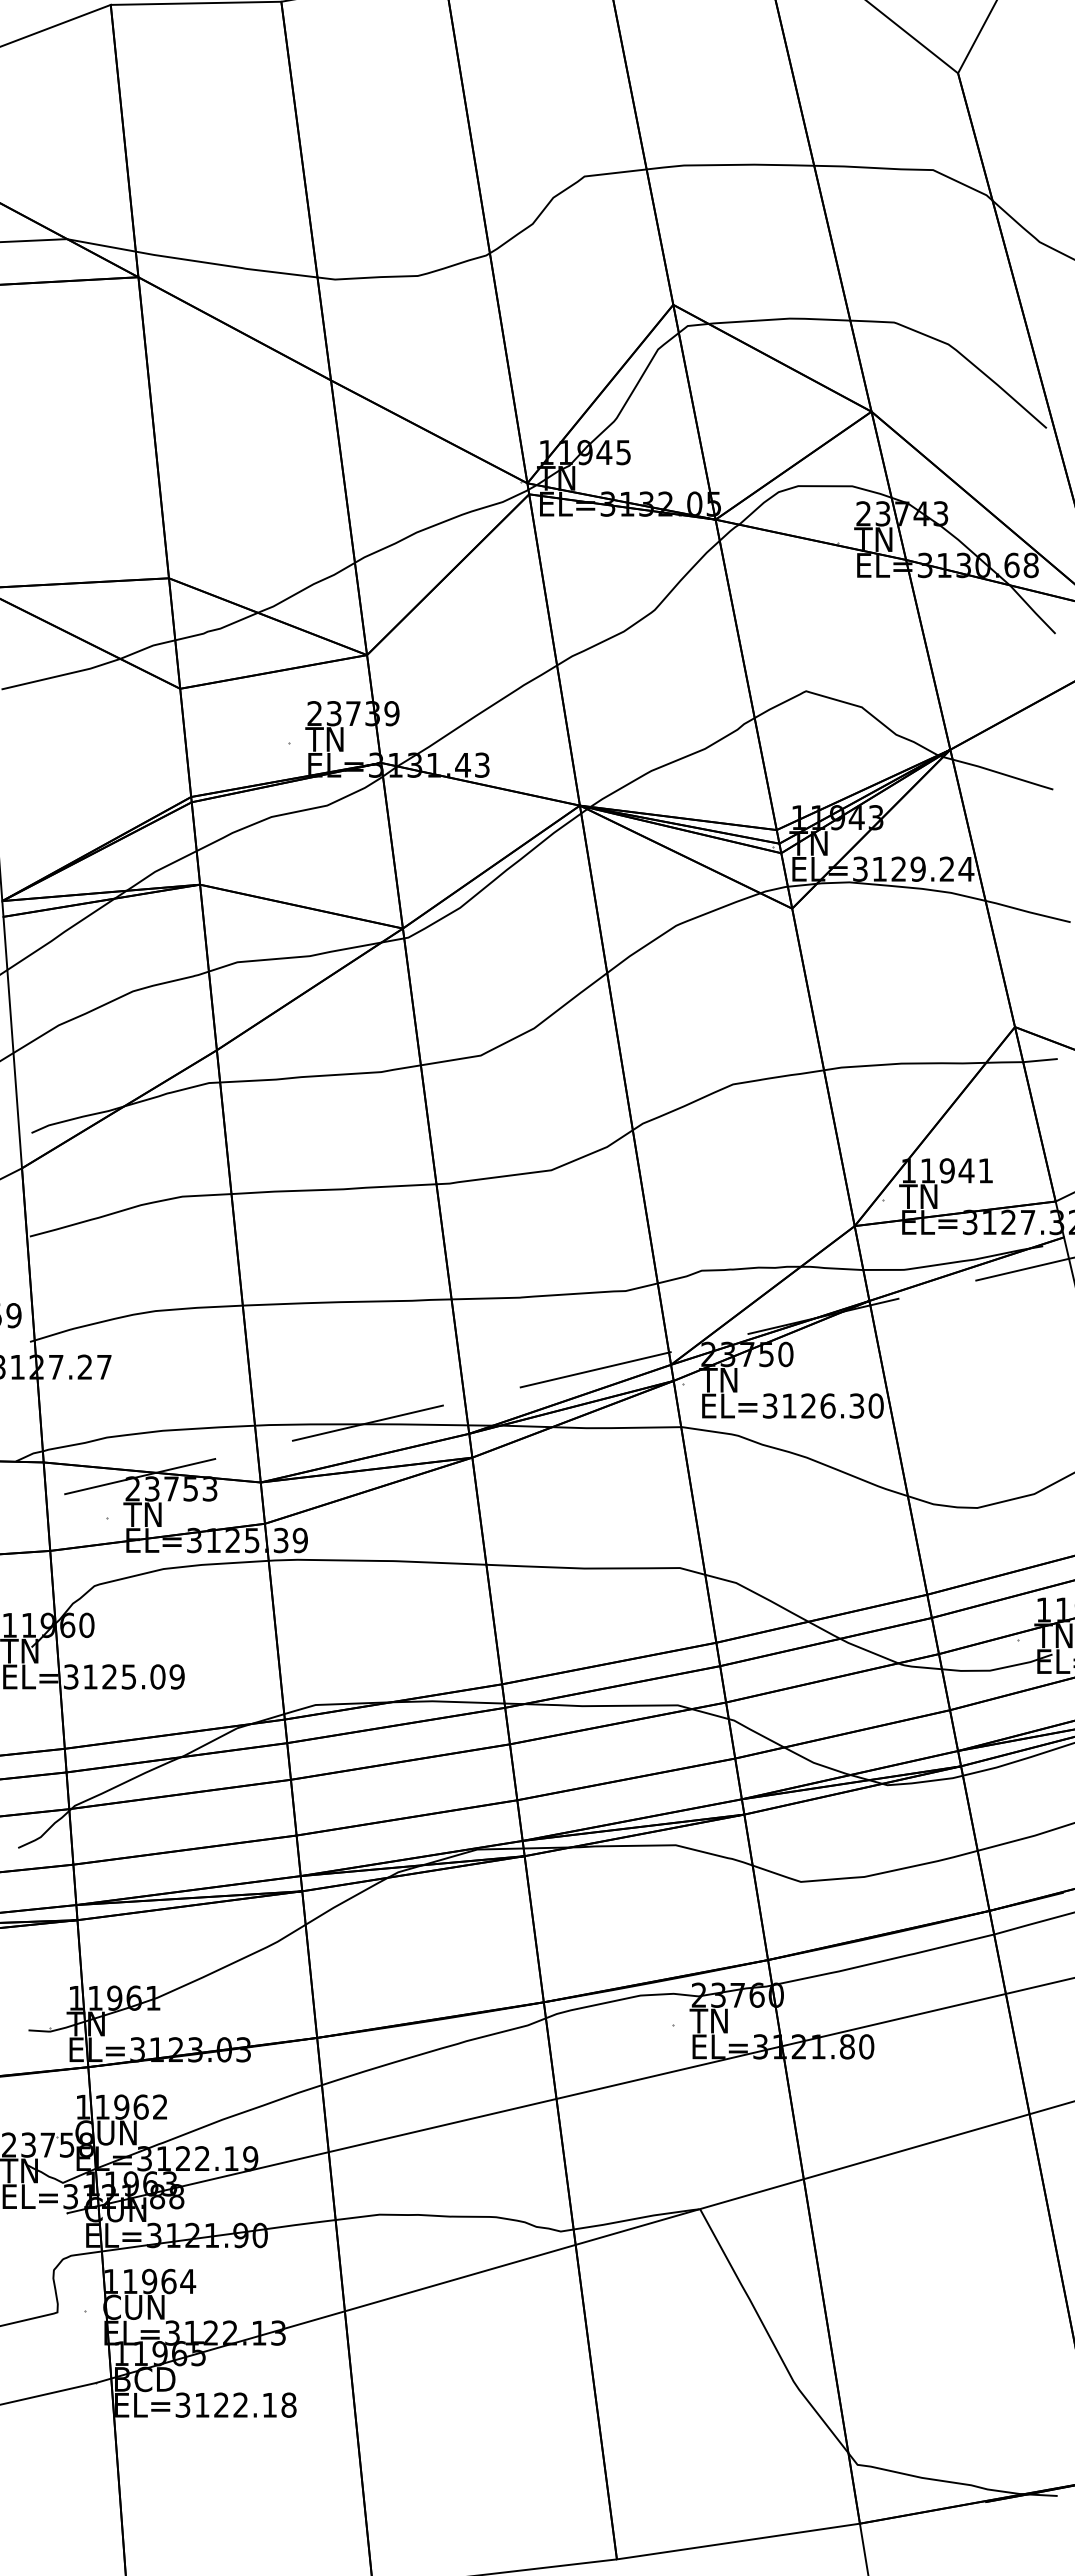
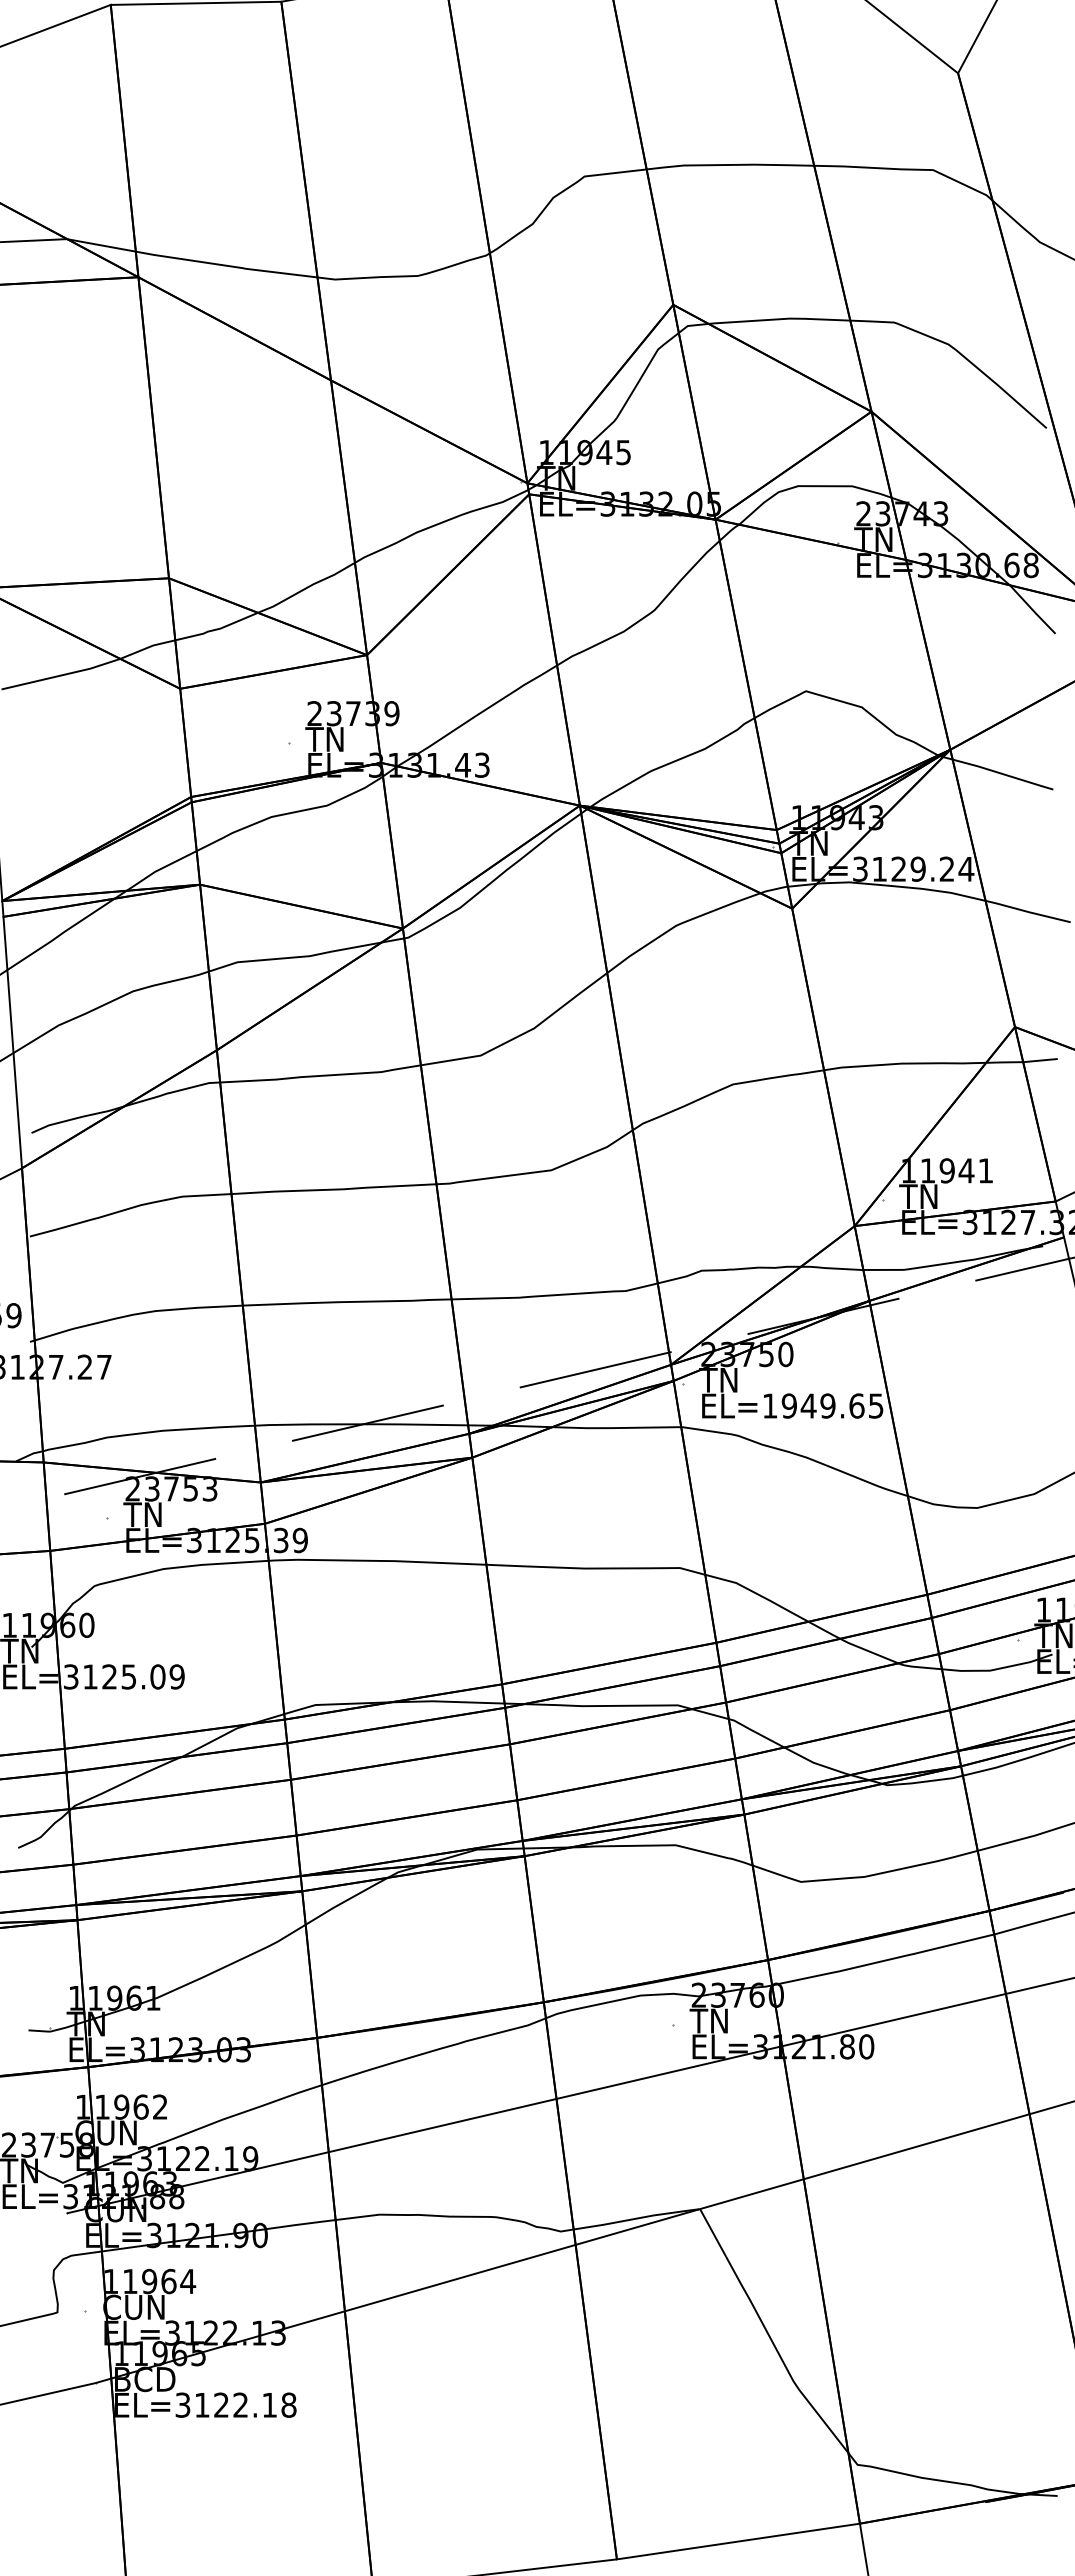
text at (823, 1405): EL=3126.30 -> EL=1949.65
